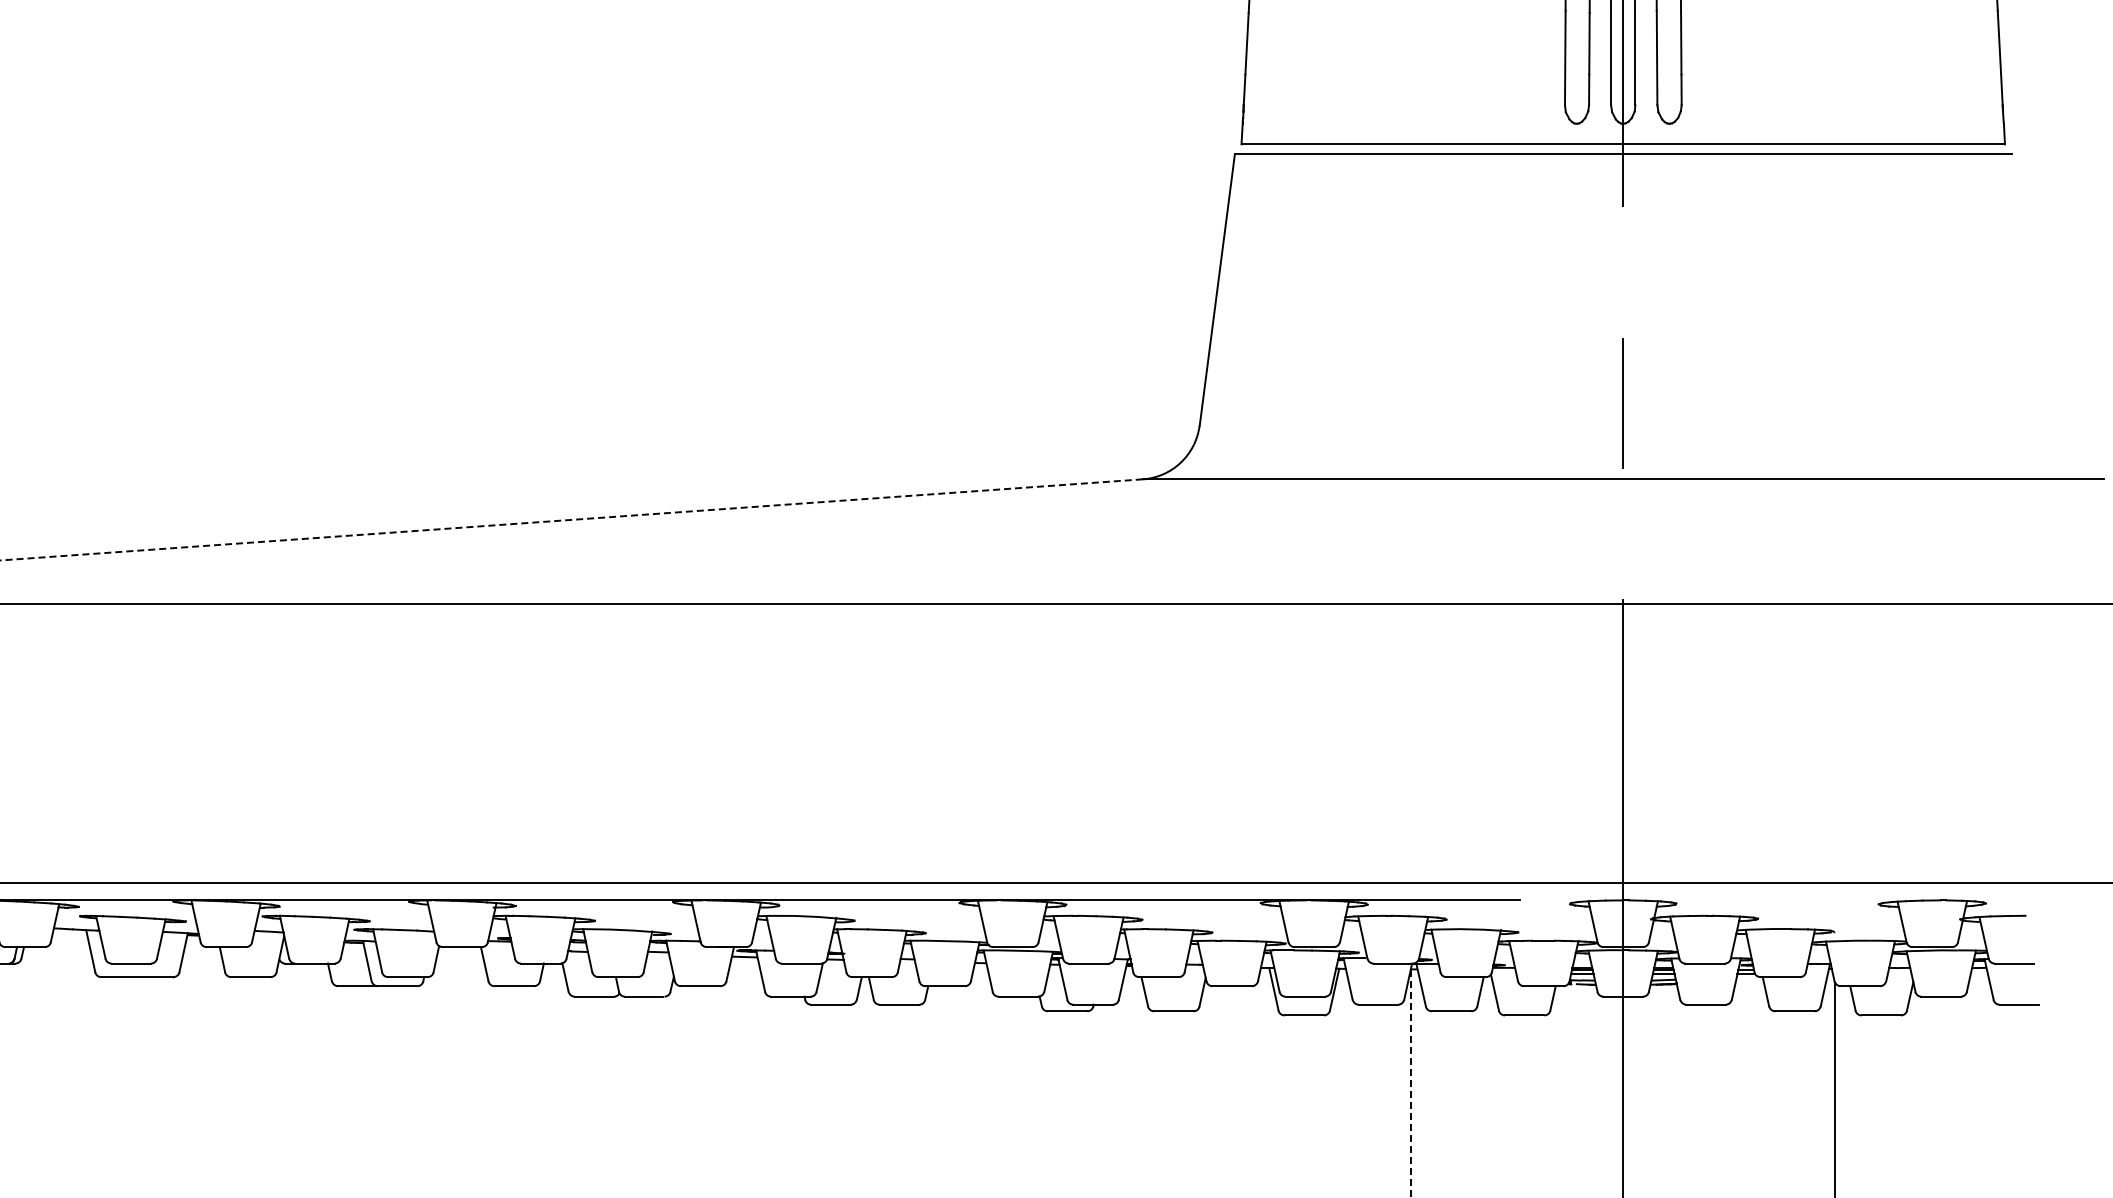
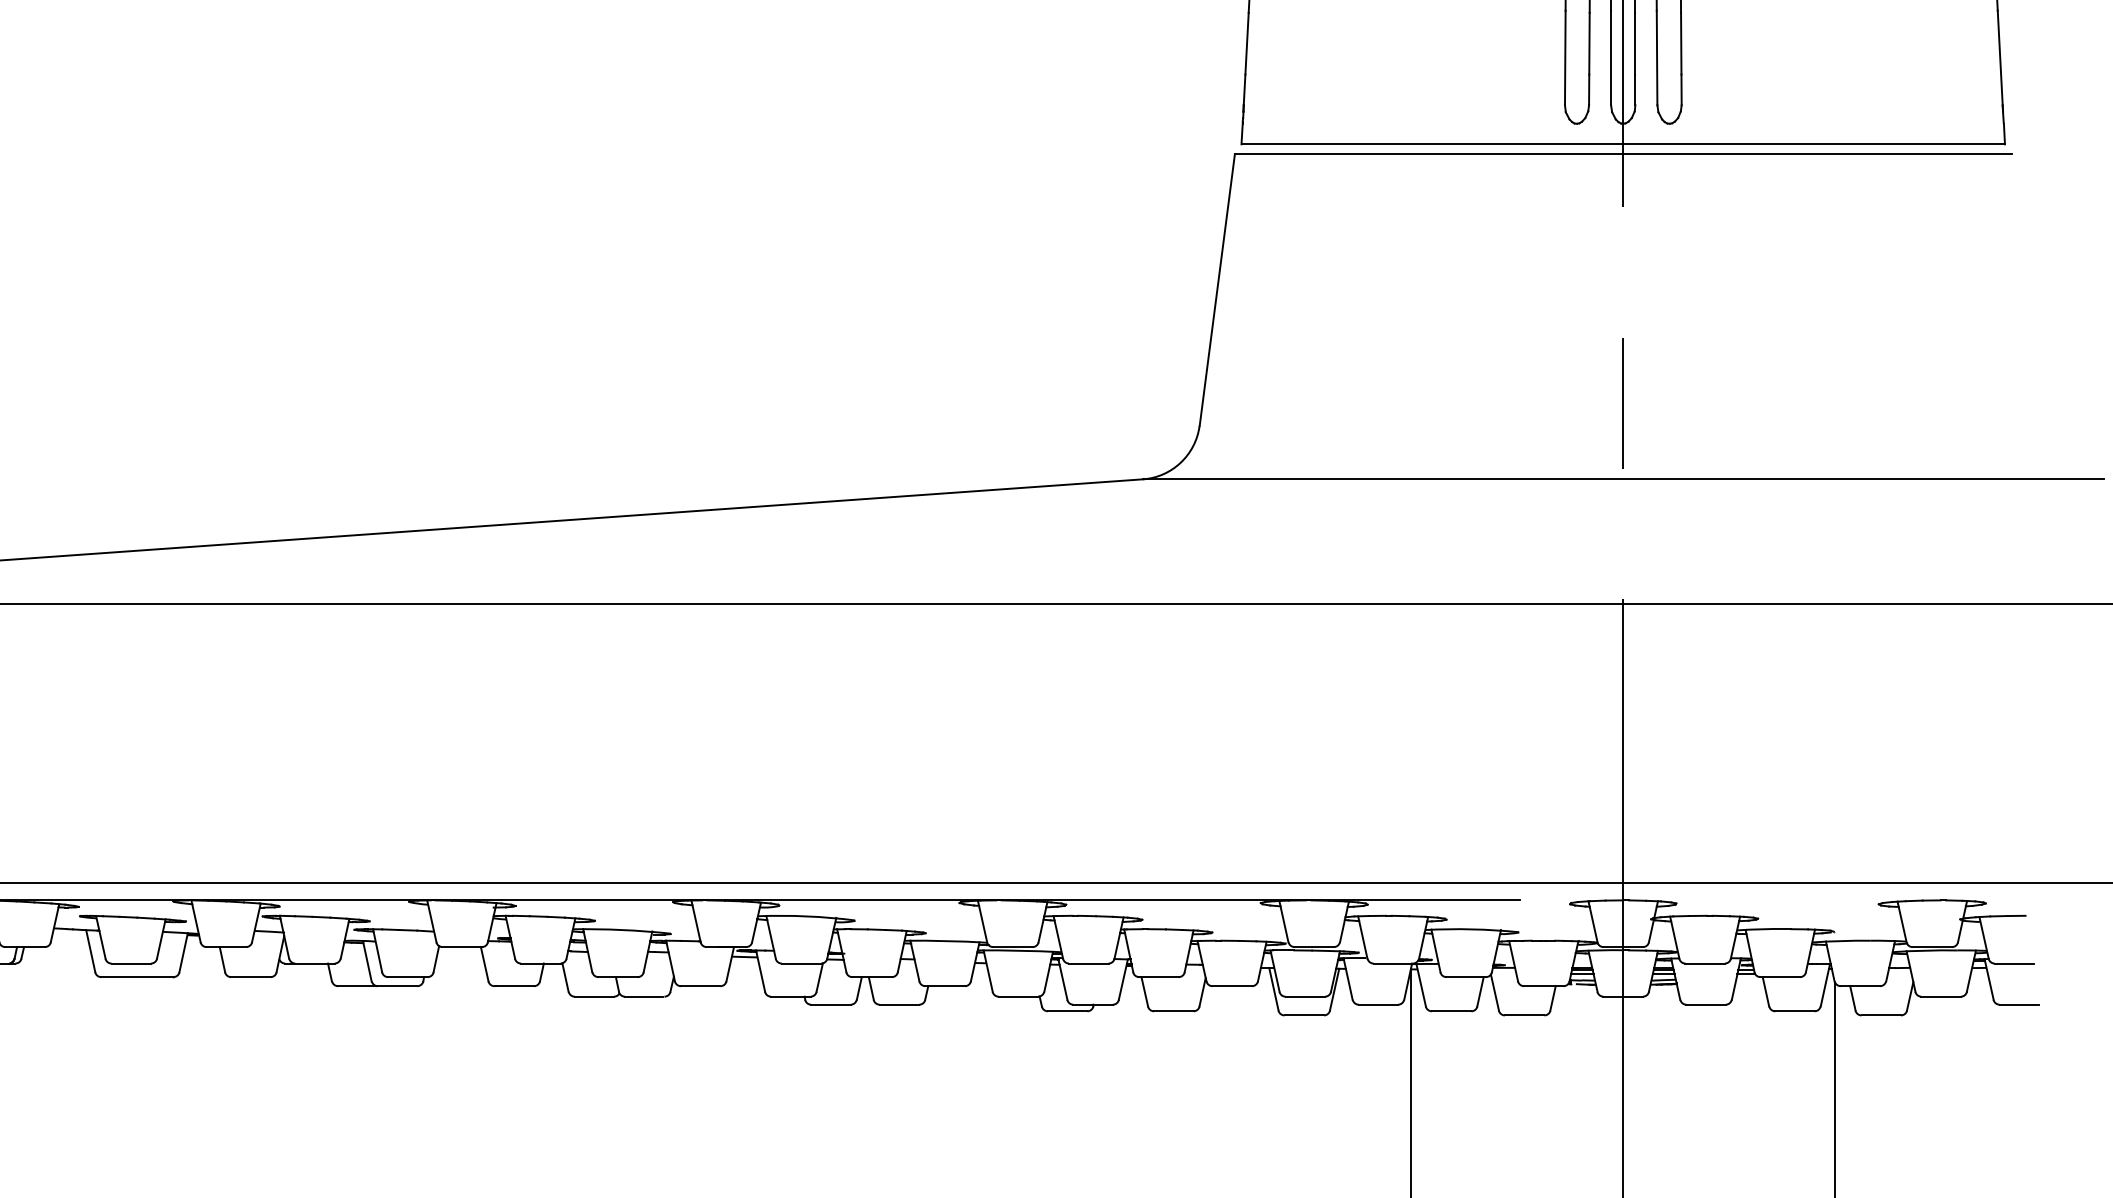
line at (571, 519): dashed -> solid
line at (1411, 1083): dashed -> solid
